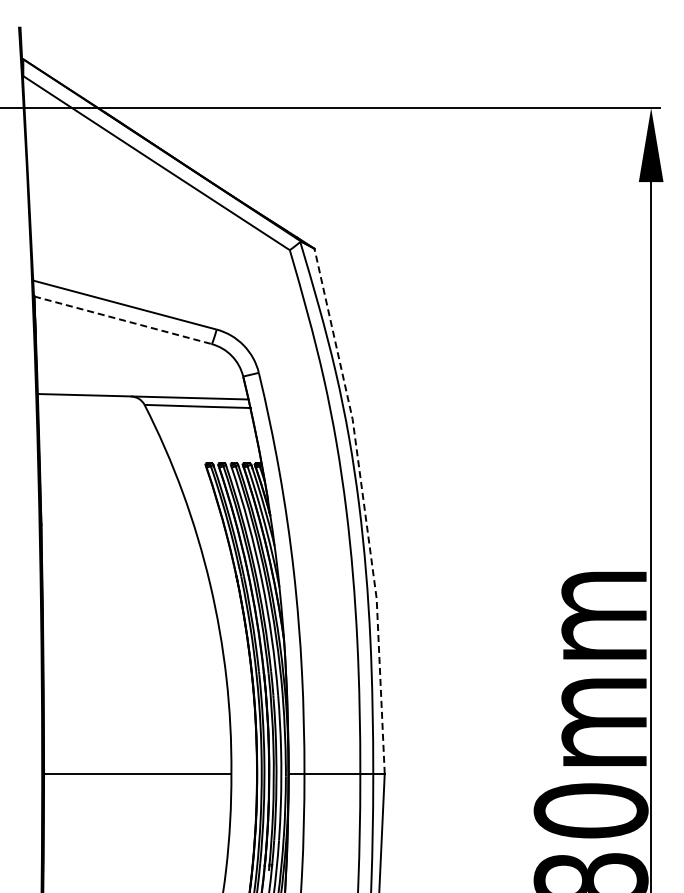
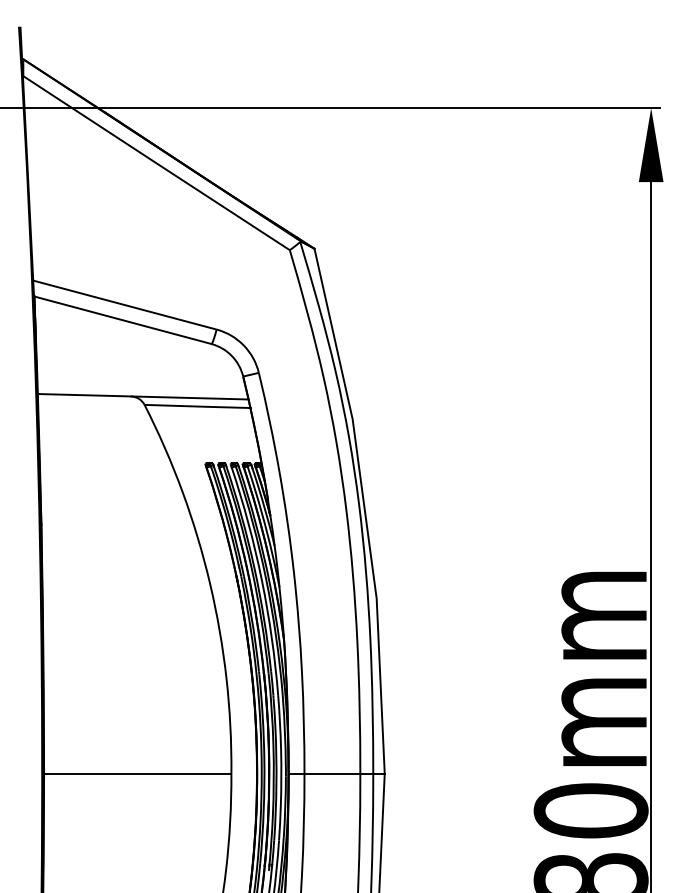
line at (122, 320): dashed -> solid
line at (364, 508): dashed -> solid
